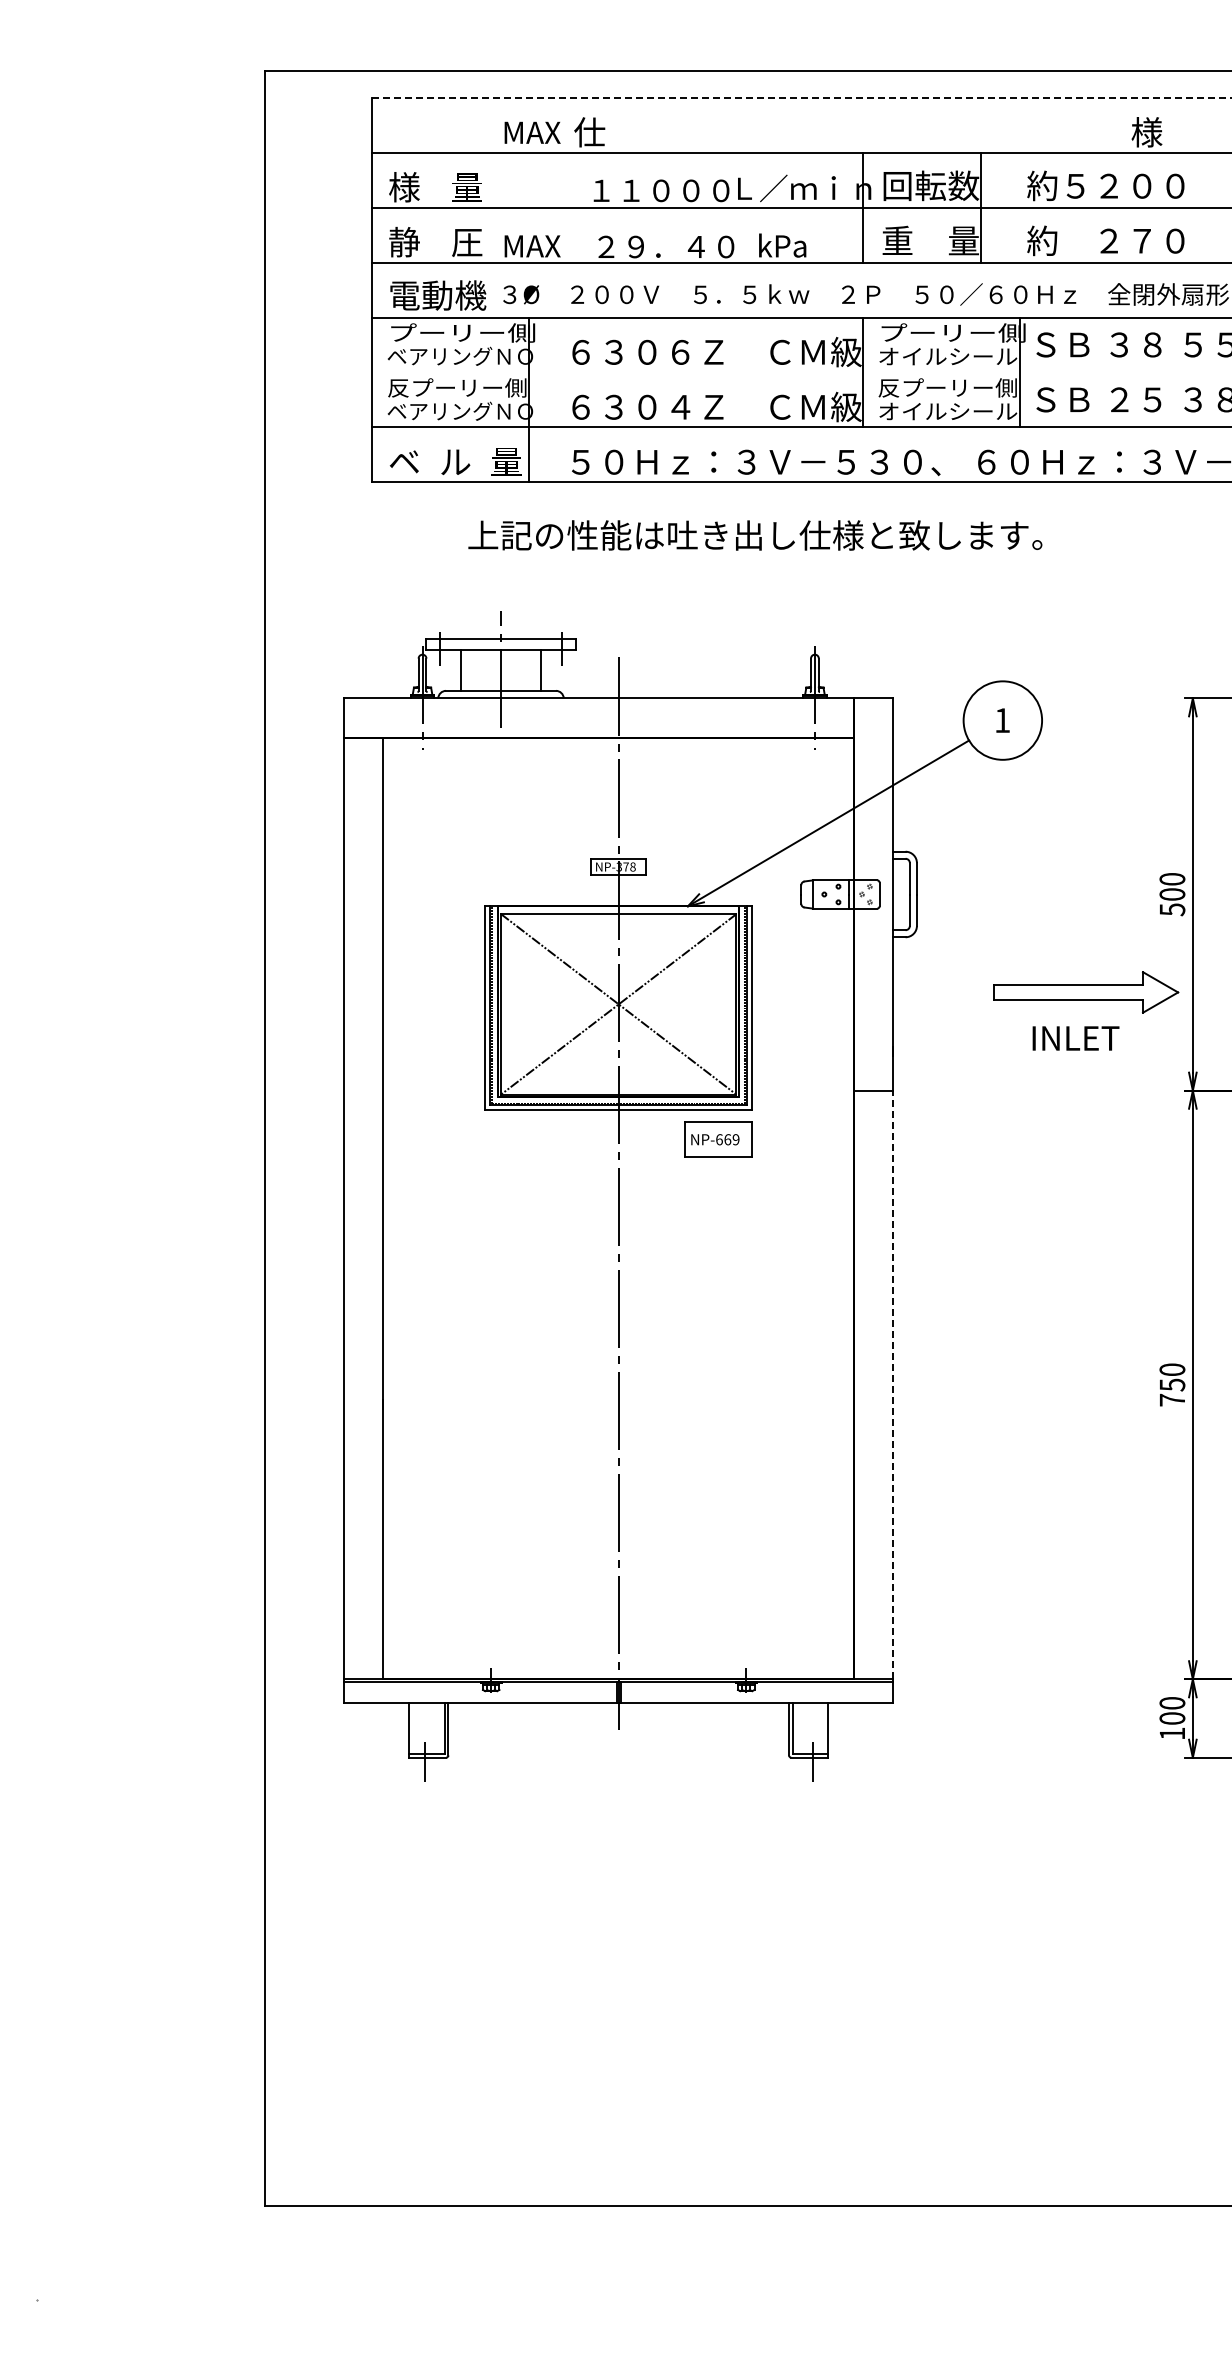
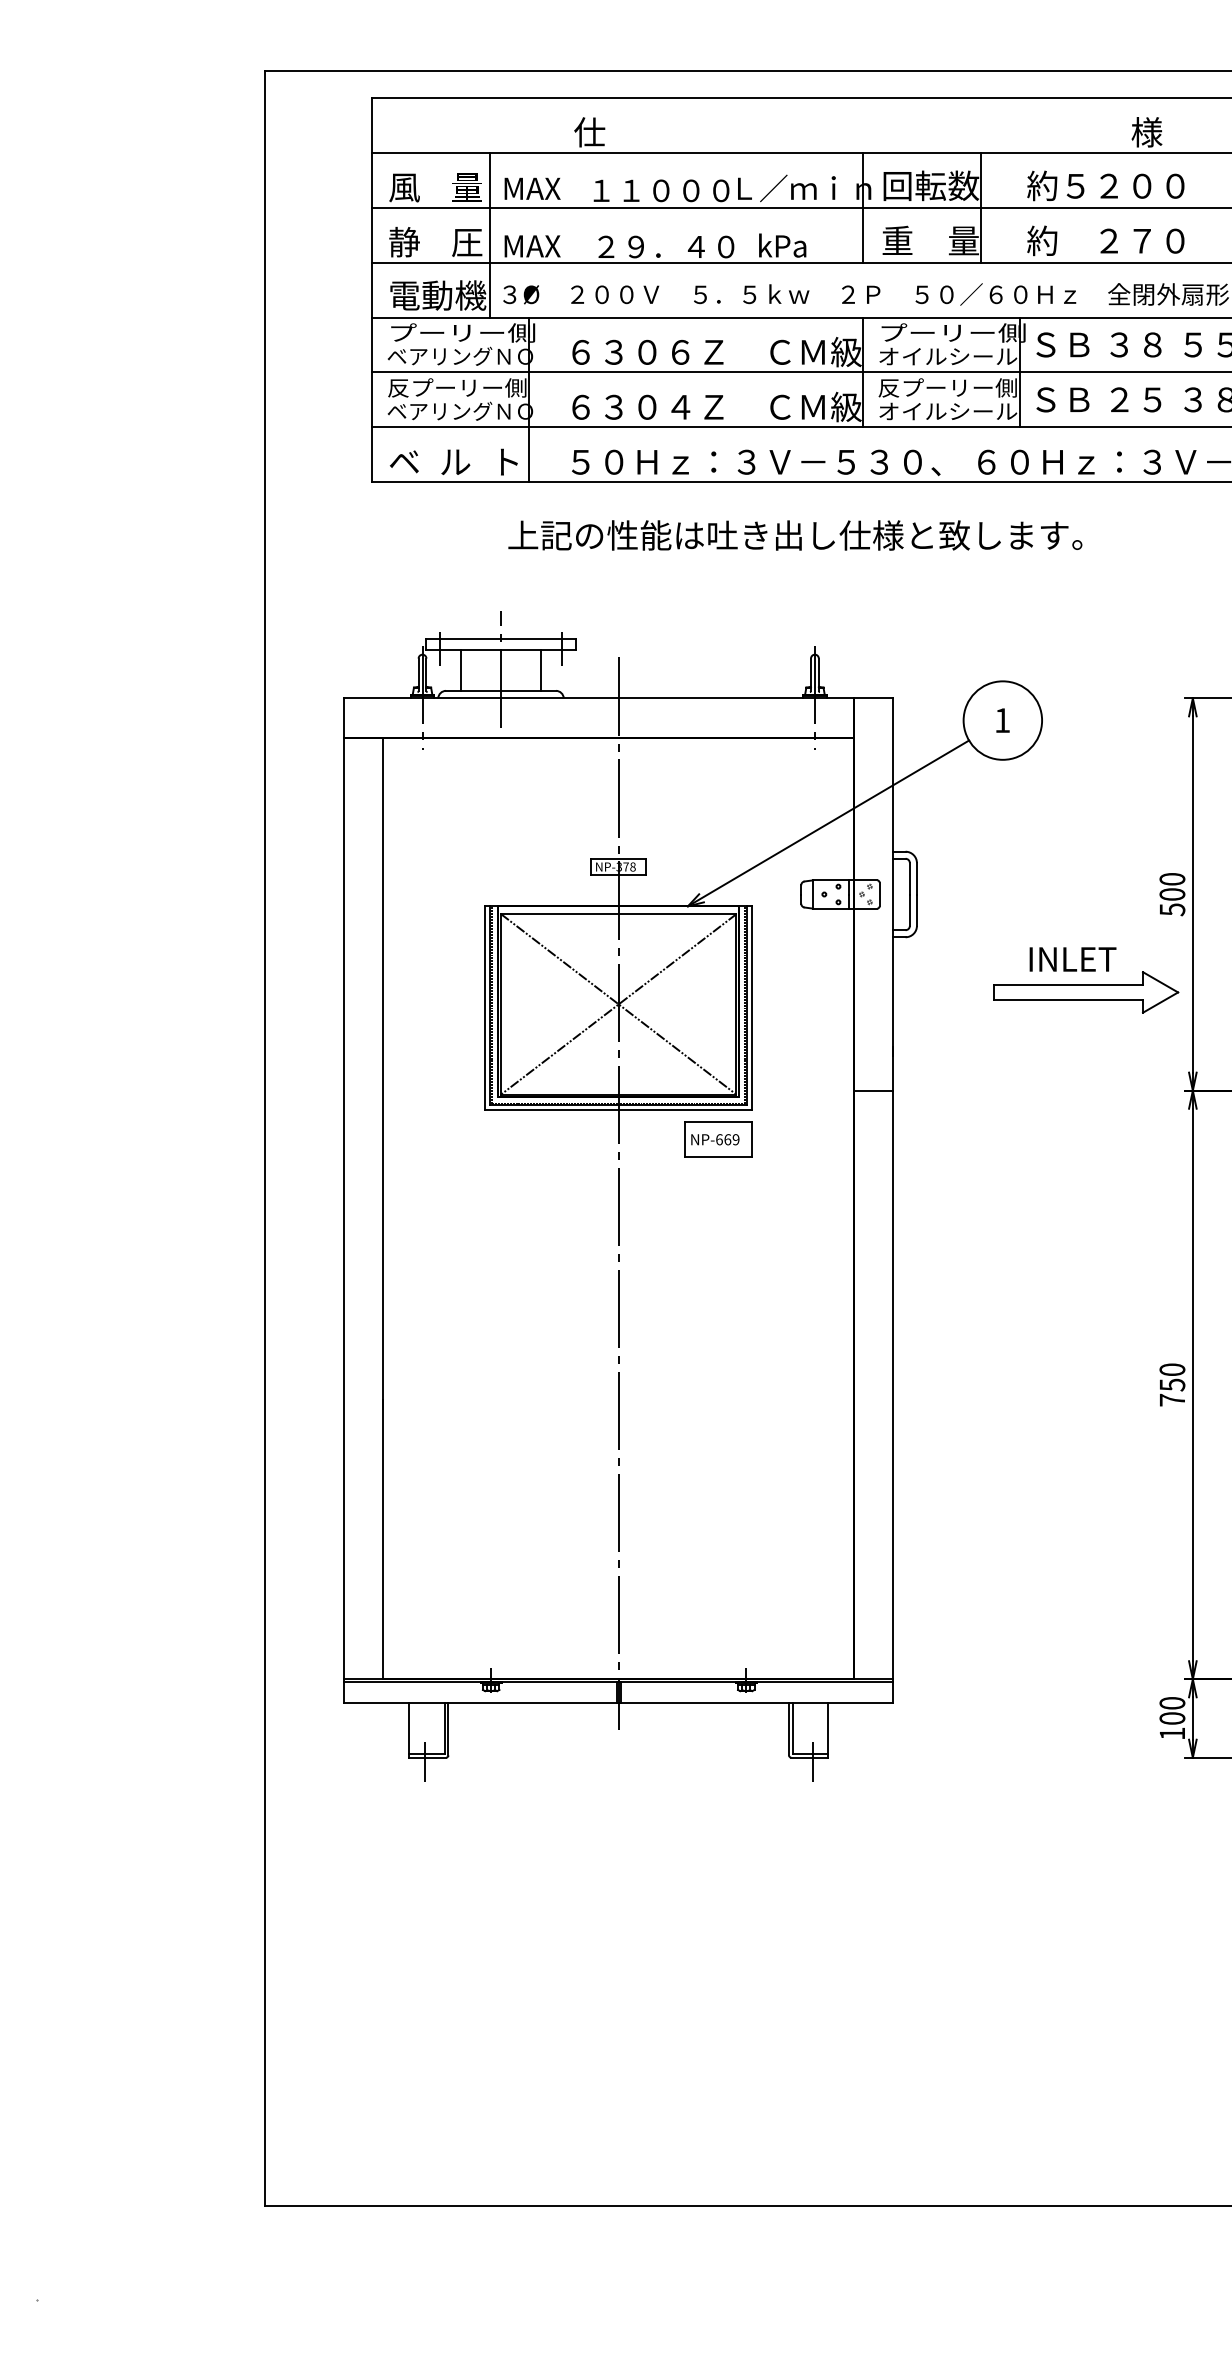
line at (802, 97): dashed -> solid
text at (532, 132) position: (532, 132) -> (532, 188)
text at (404, 187): 様 -> 風
line at (490, 234): none -> present
line at (800, 372): none -> present
text at (506, 461): 量 -> ト
text at (755, 535) position: (755, 535) -> (795, 535)
text at (1075, 1038) position: (1075, 1038) -> (1072, 959)
line at (893, 1384): dashed -> solid
